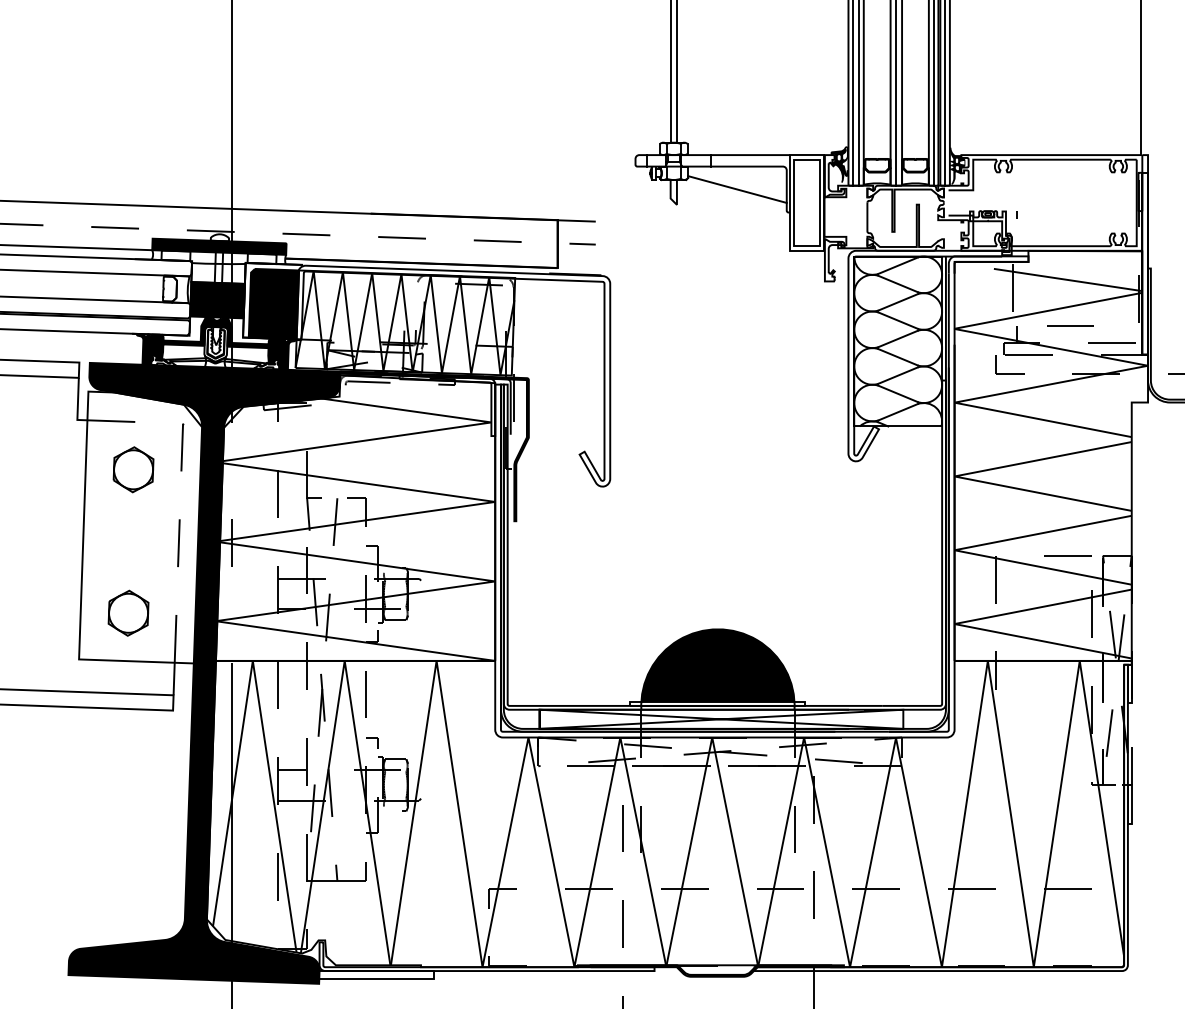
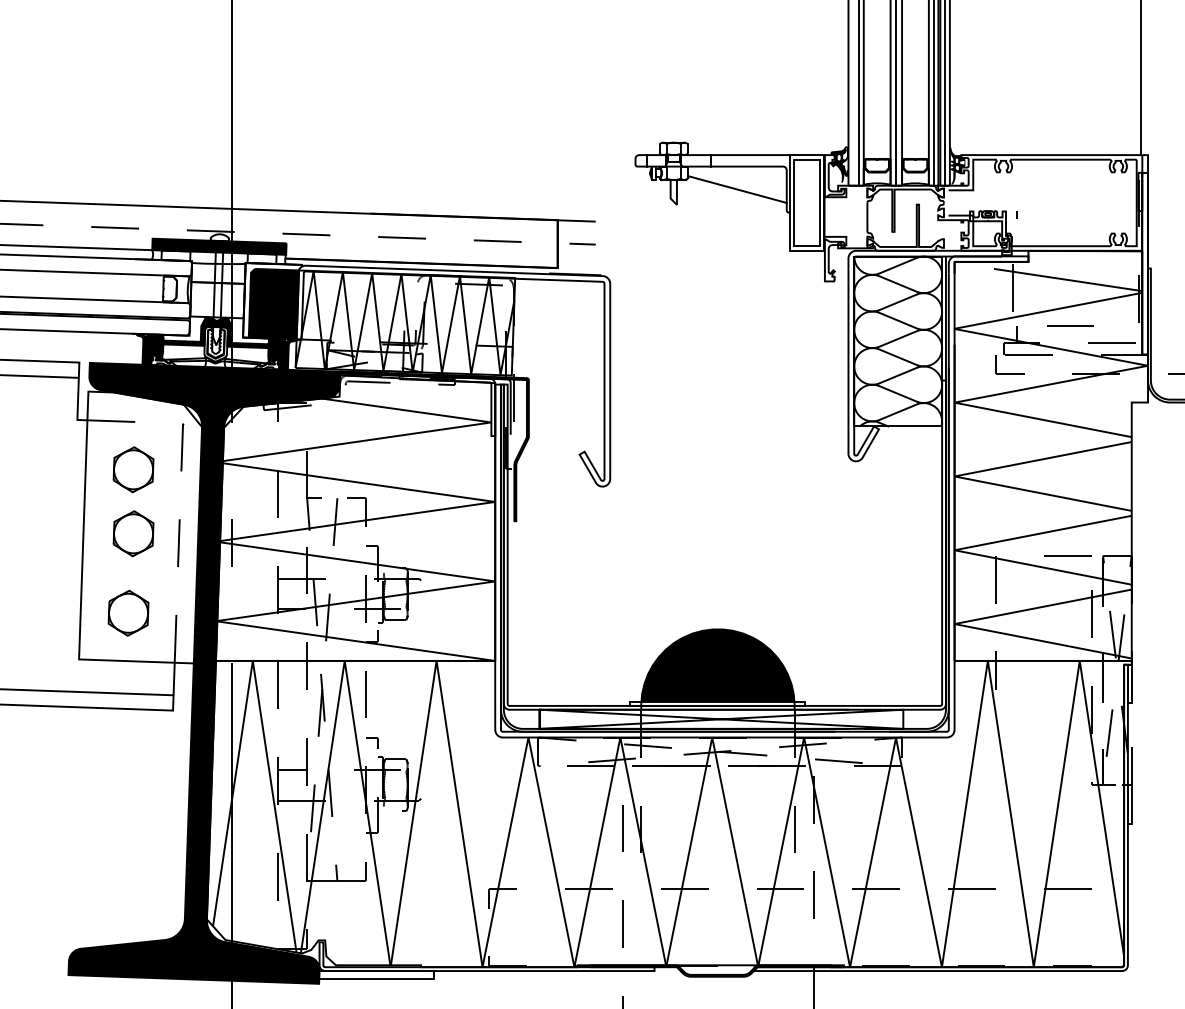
line at (670, 72): present -> none
line at (676, 72): present -> none
line at (853, 93): present -> none
fill at (217, 300): present -> none
part at (133, 533): none -> present
